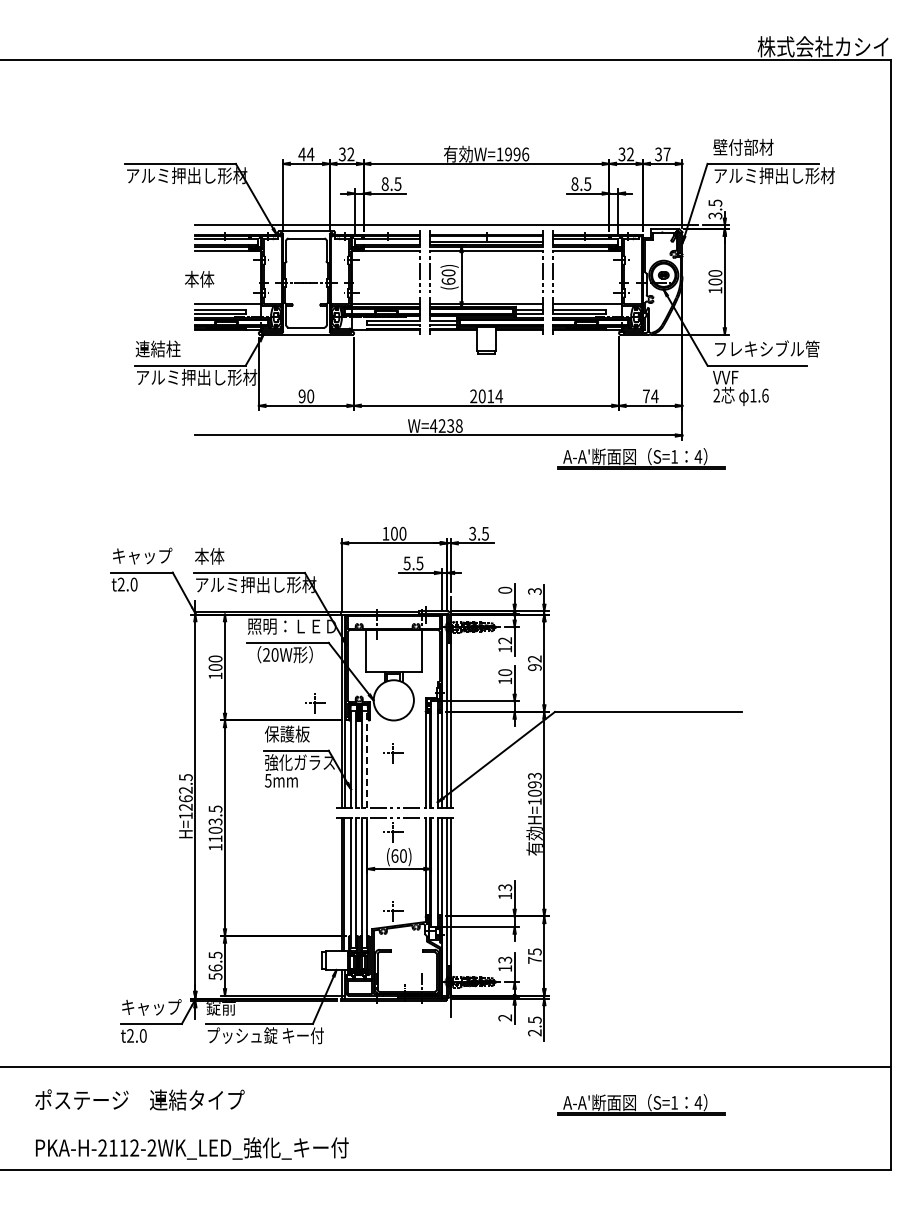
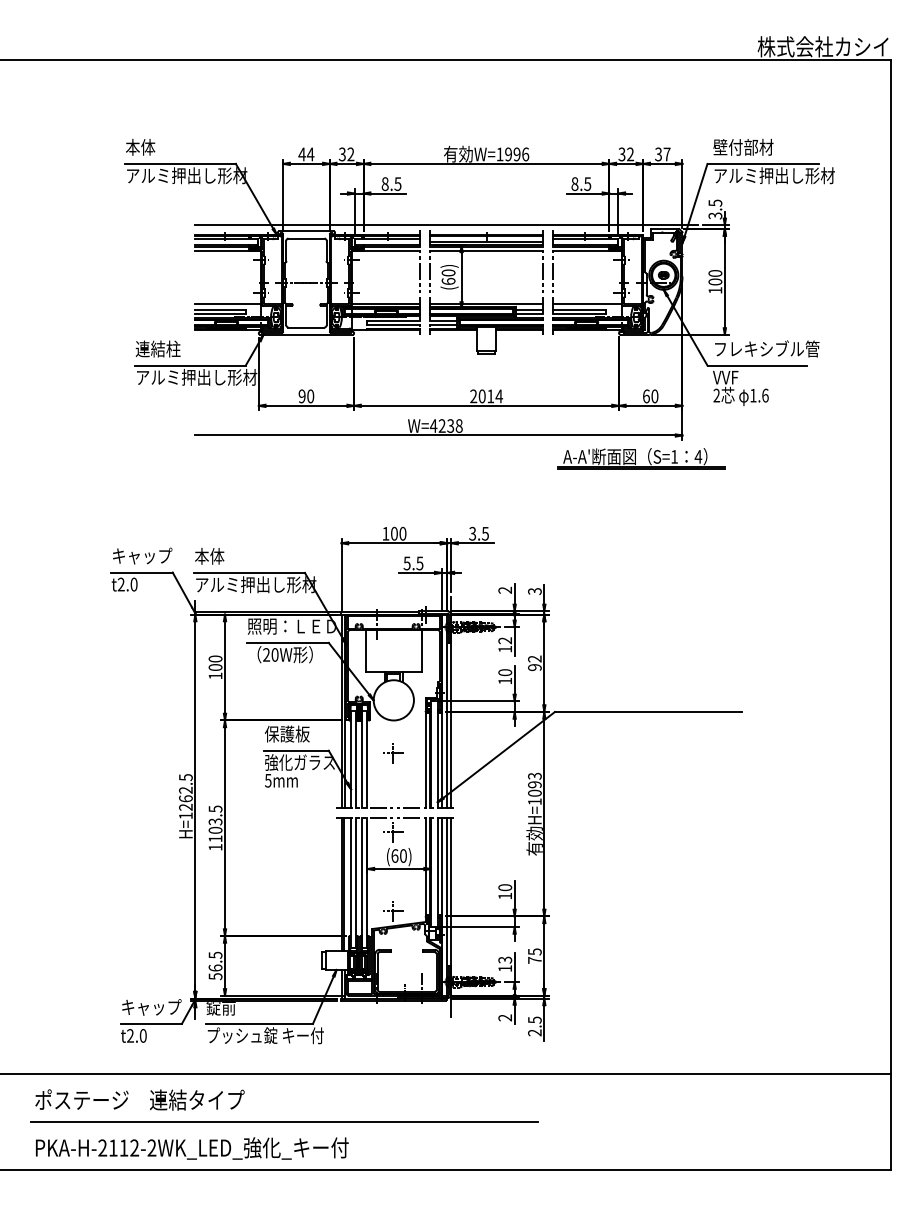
text at (199, 279) position: (199, 279) -> (140, 147)
text at (650, 396): 74 -> 60
text at (505, 589): 0 -> 2
part at (315, 703): present -> none
line at (367, 759): dashed -> solid
text at (504, 887): 13 -> 10
line at (446, 1067) position: (446, 1067) -> (446, 1074)
part at (641, 1104): present -> none
line at (284, 1122): none -> present
